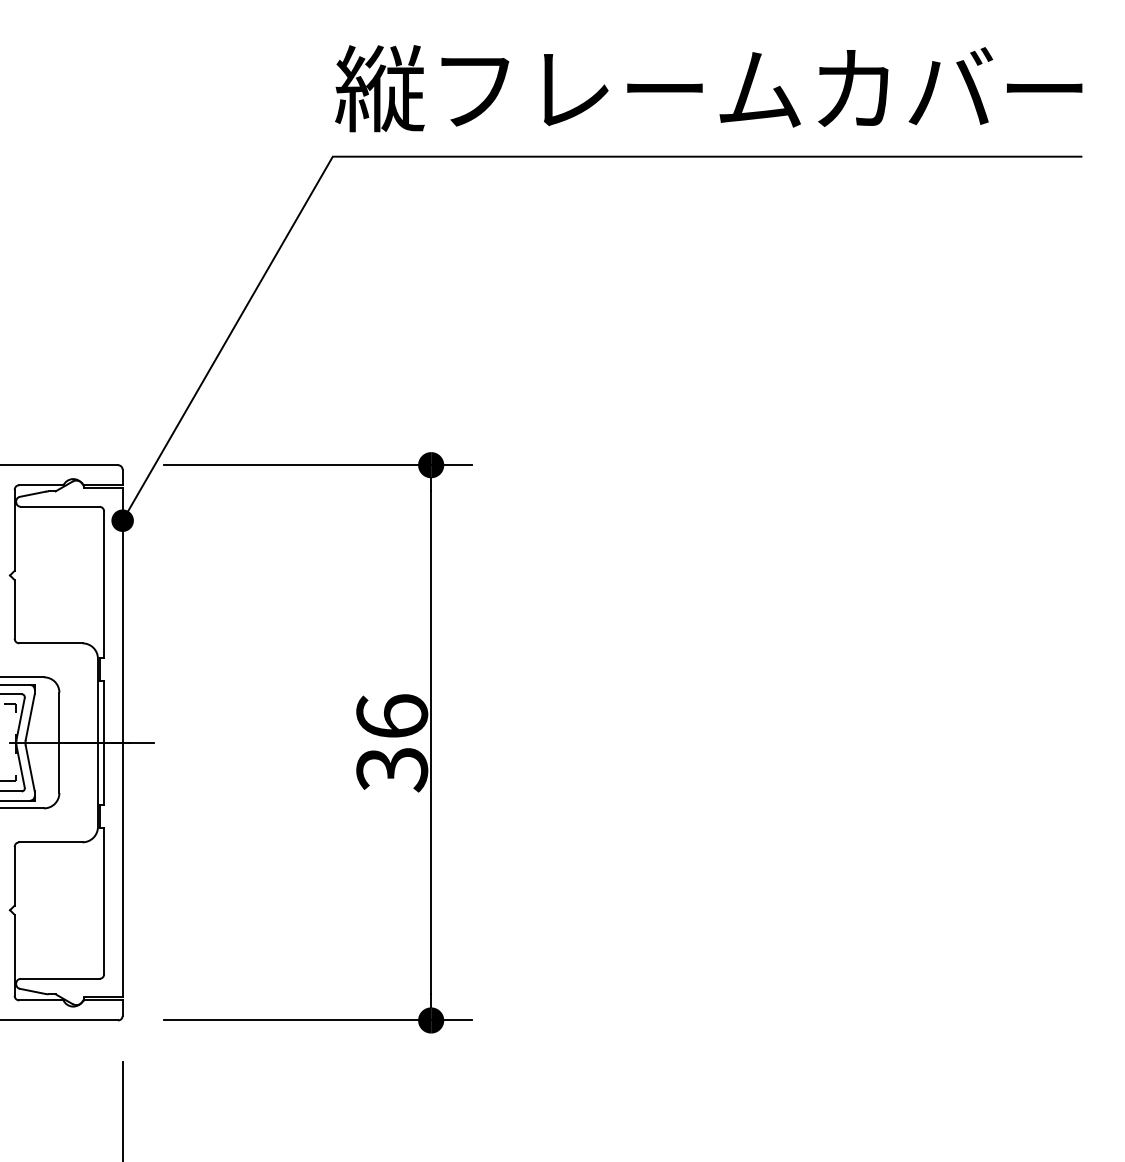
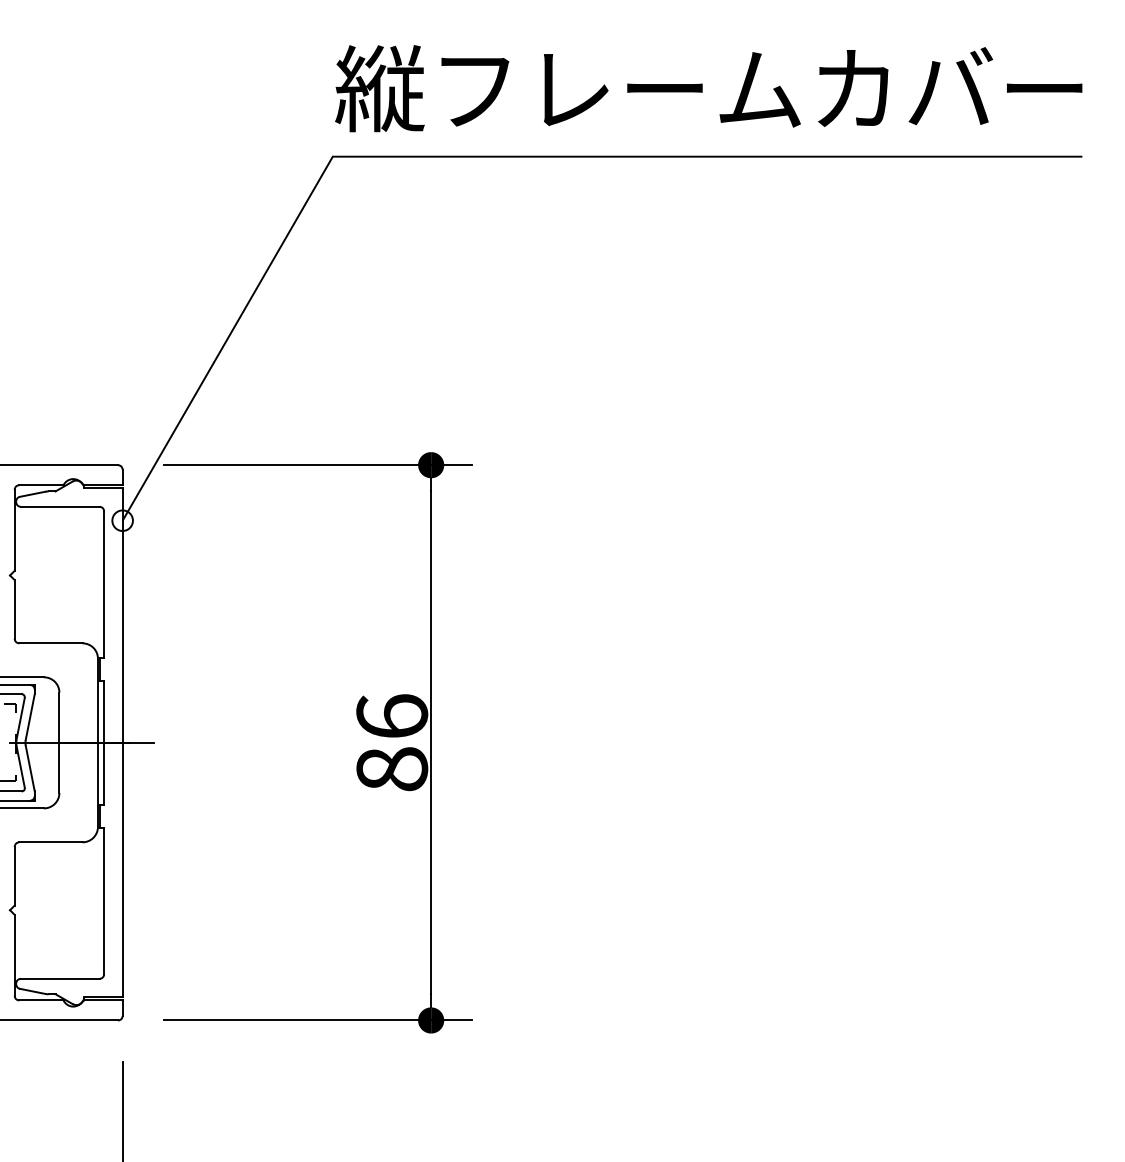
fill at (122, 520): present -> none
text at (392, 769): 36 -> 86
